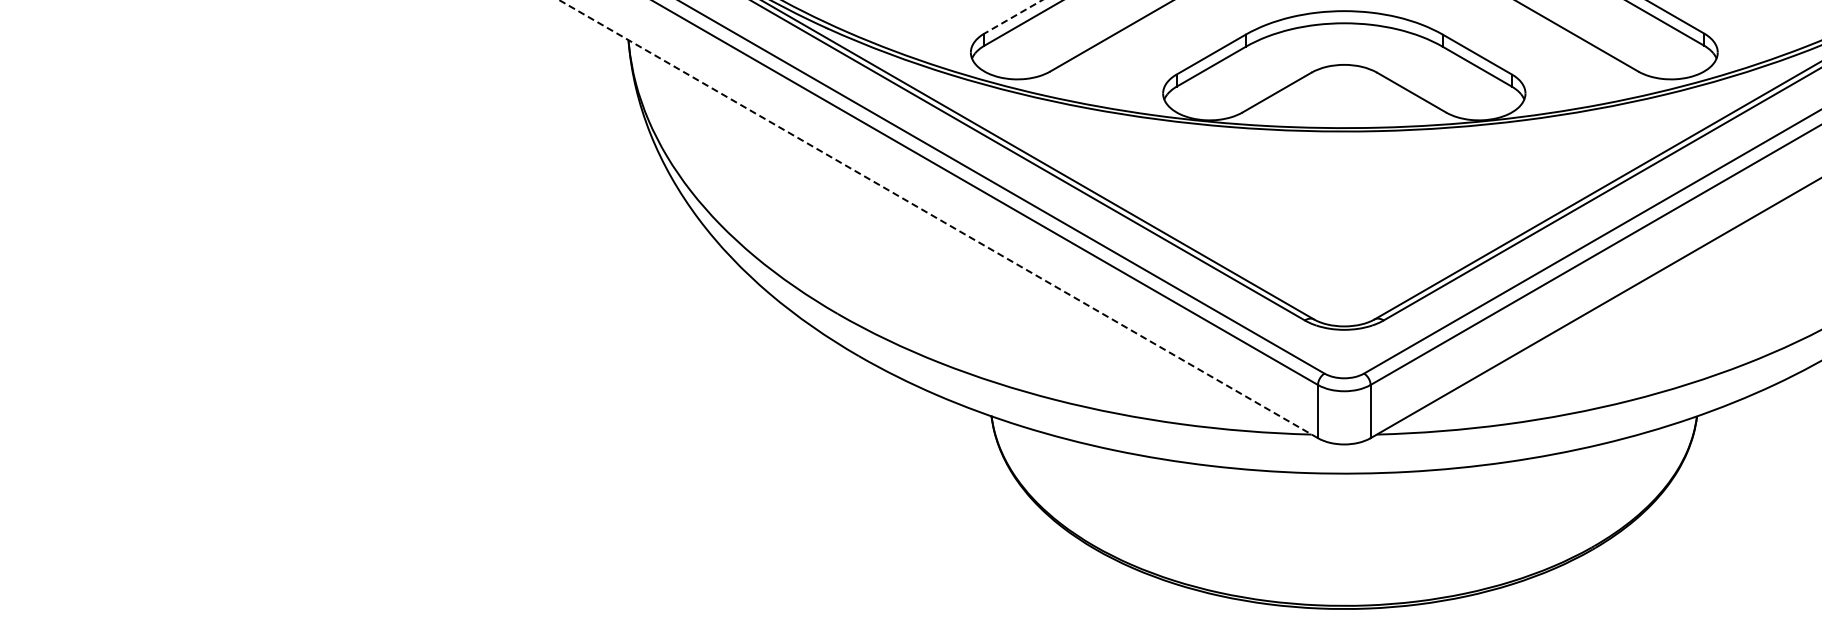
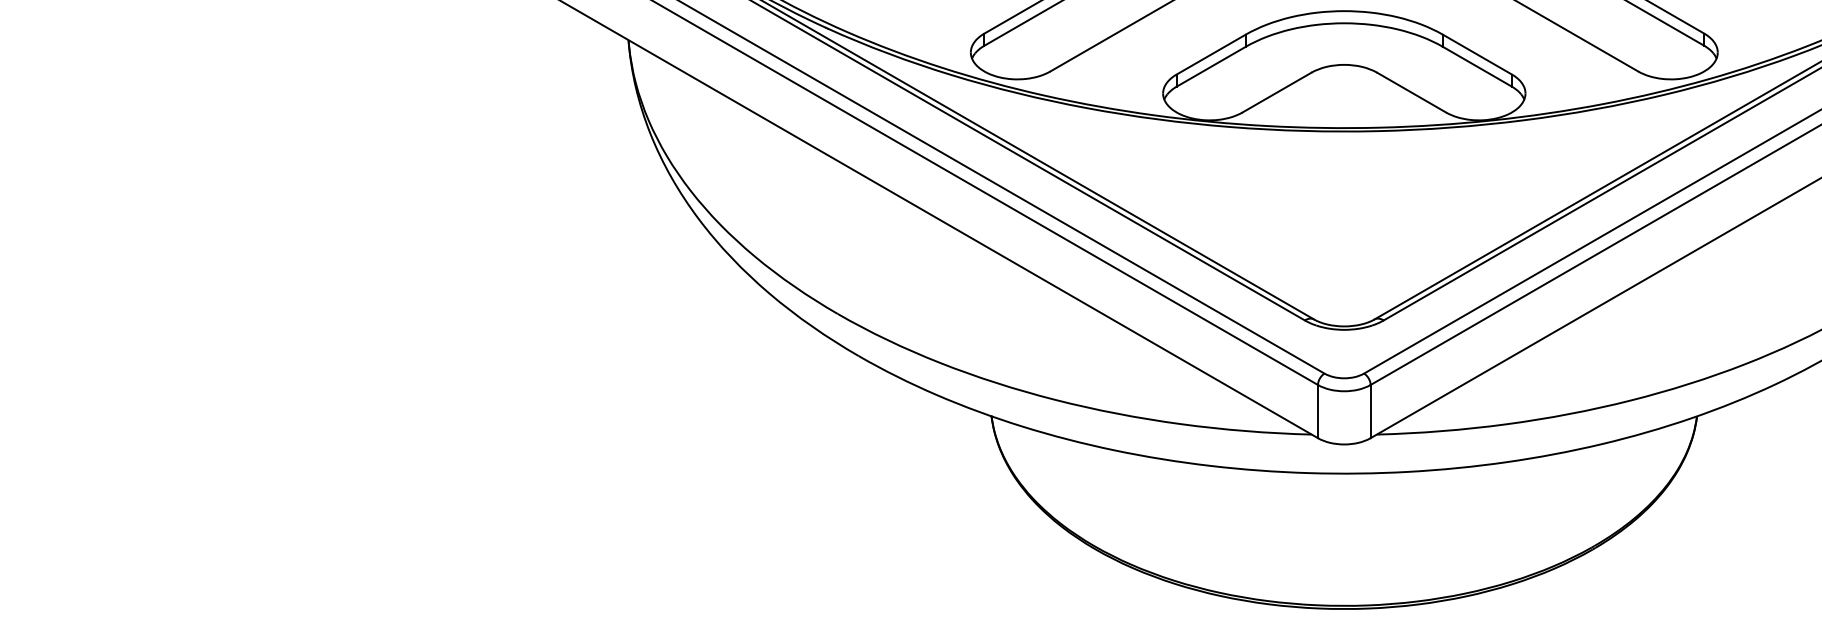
line at (1013, 17): dashed -> solid
line at (938, 219): dashed -> solid
